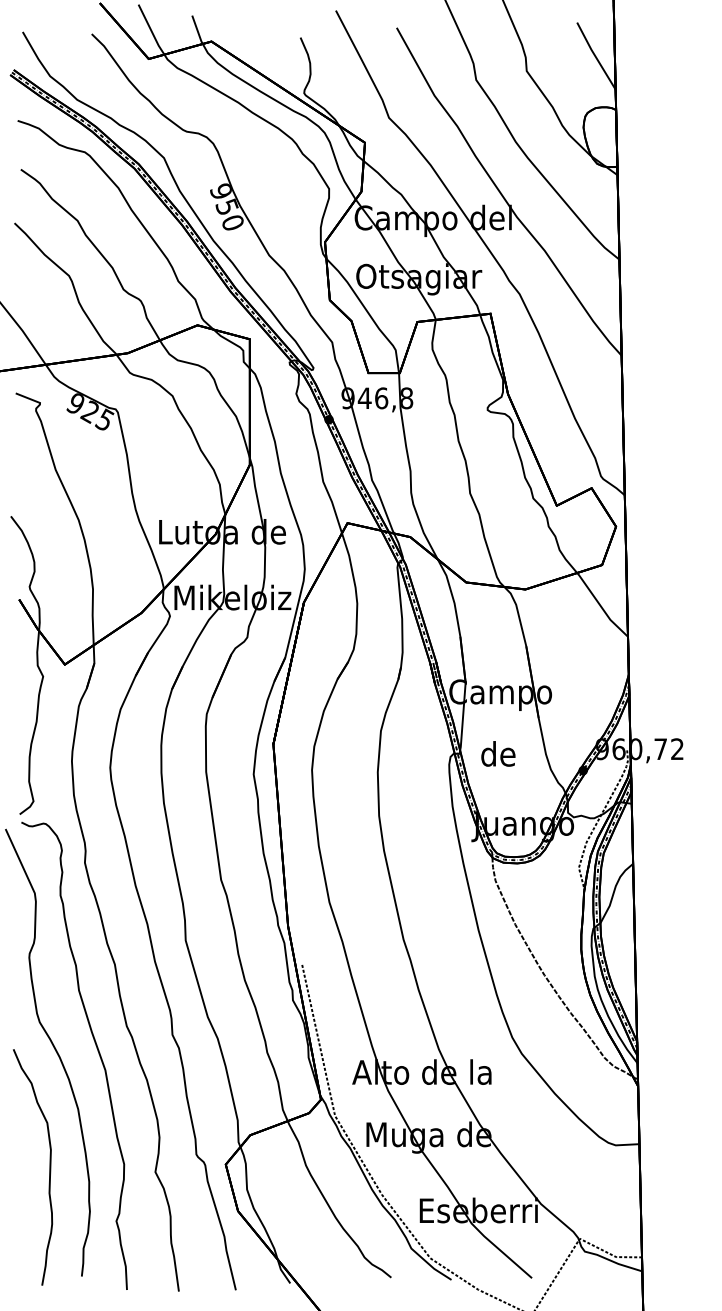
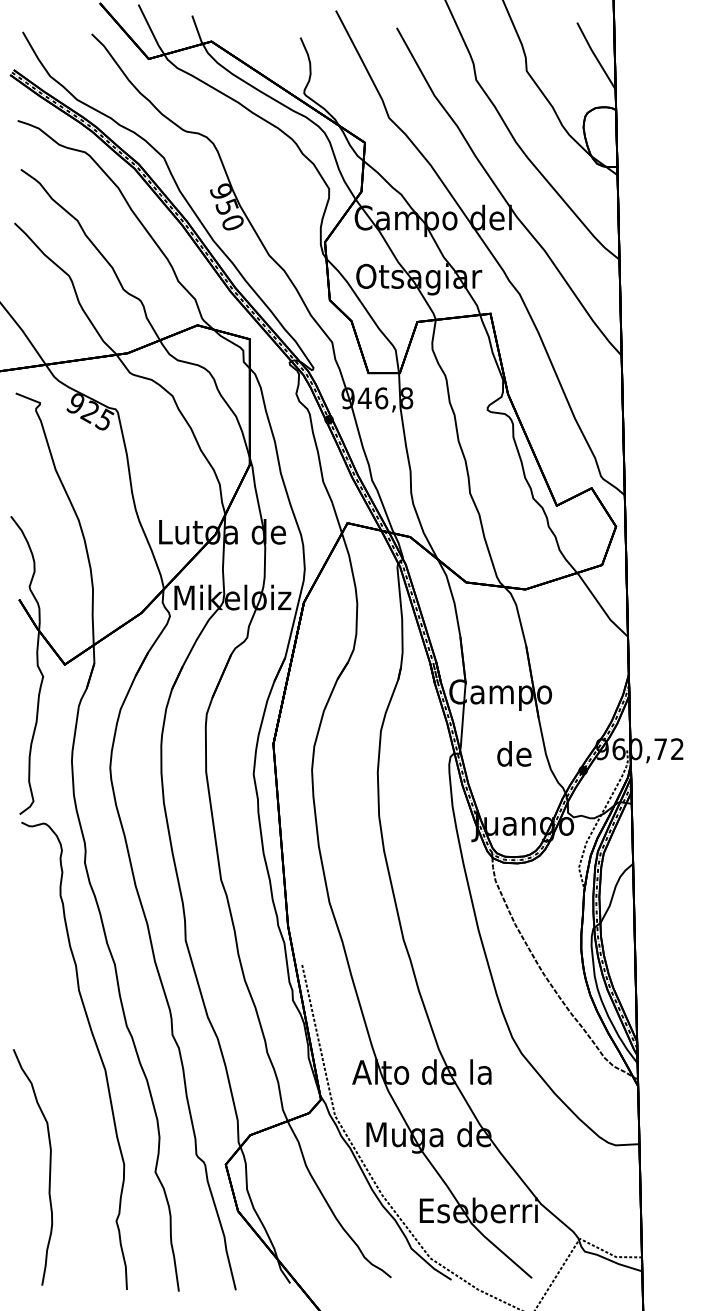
text at (498, 753) position: (498, 753) -> (514, 753)
curve at (54, 1049): present -> none
